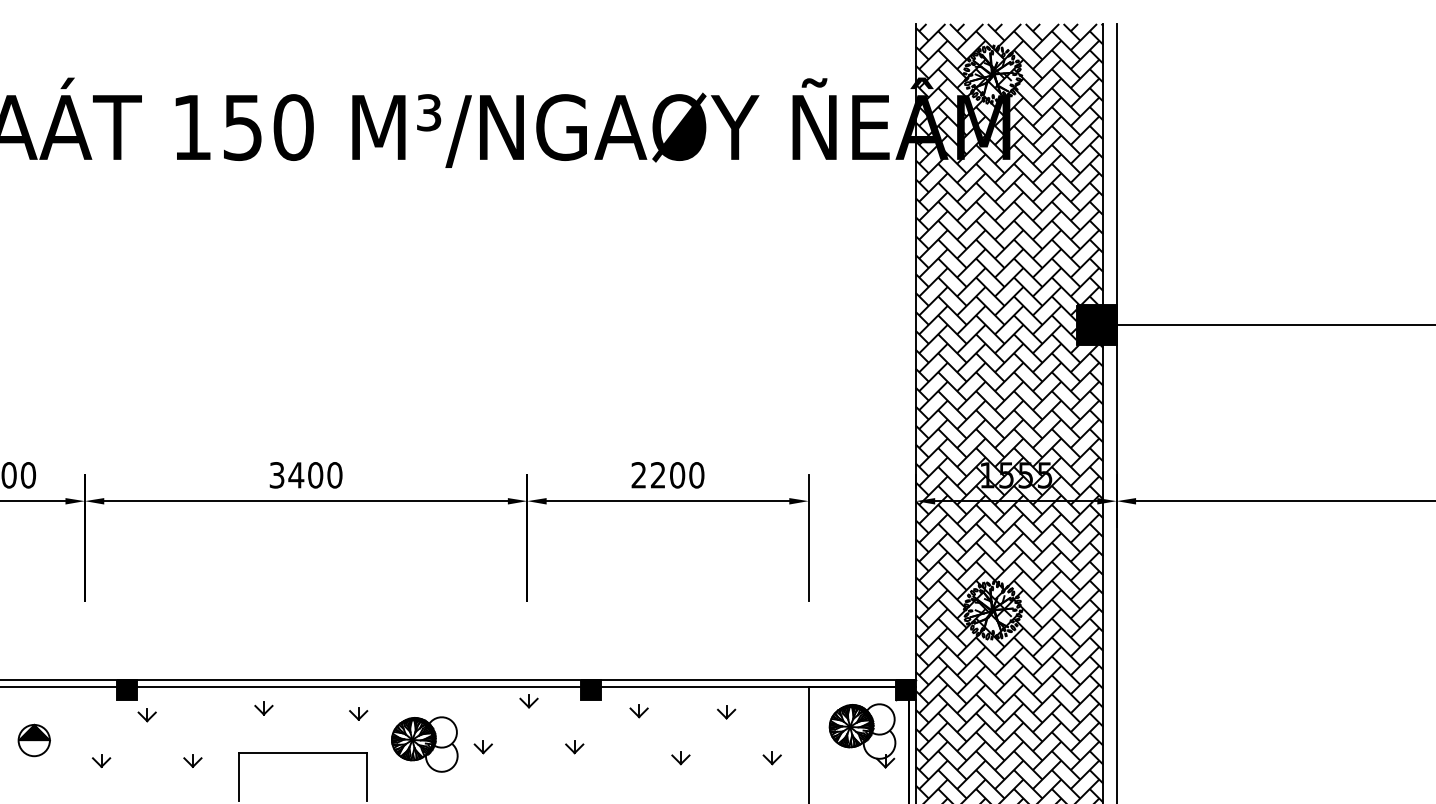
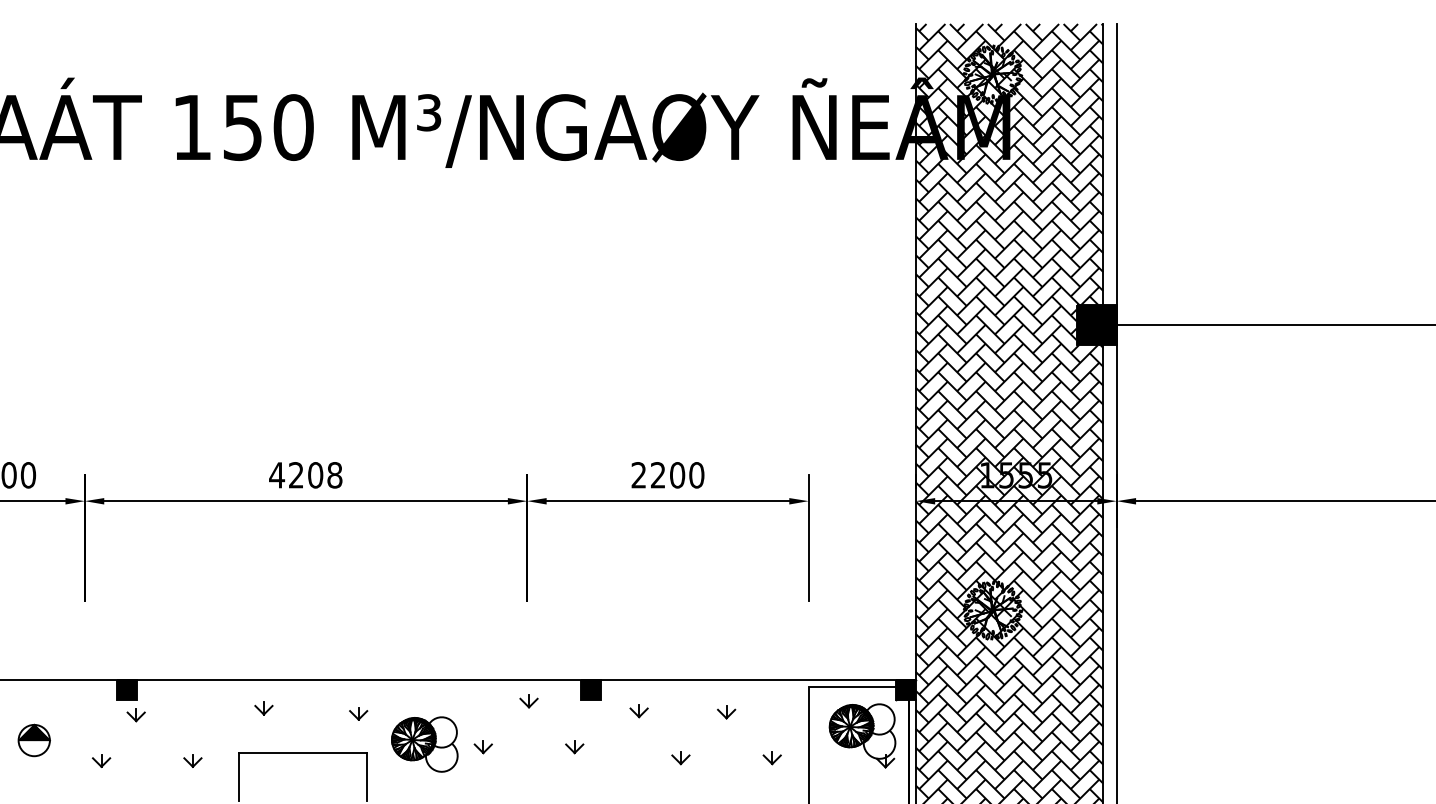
text at (305, 475): 3400 -> 4208
line at (458, 686): present -> none
part at (146, 715) position: (146, 715) -> (135, 715)
